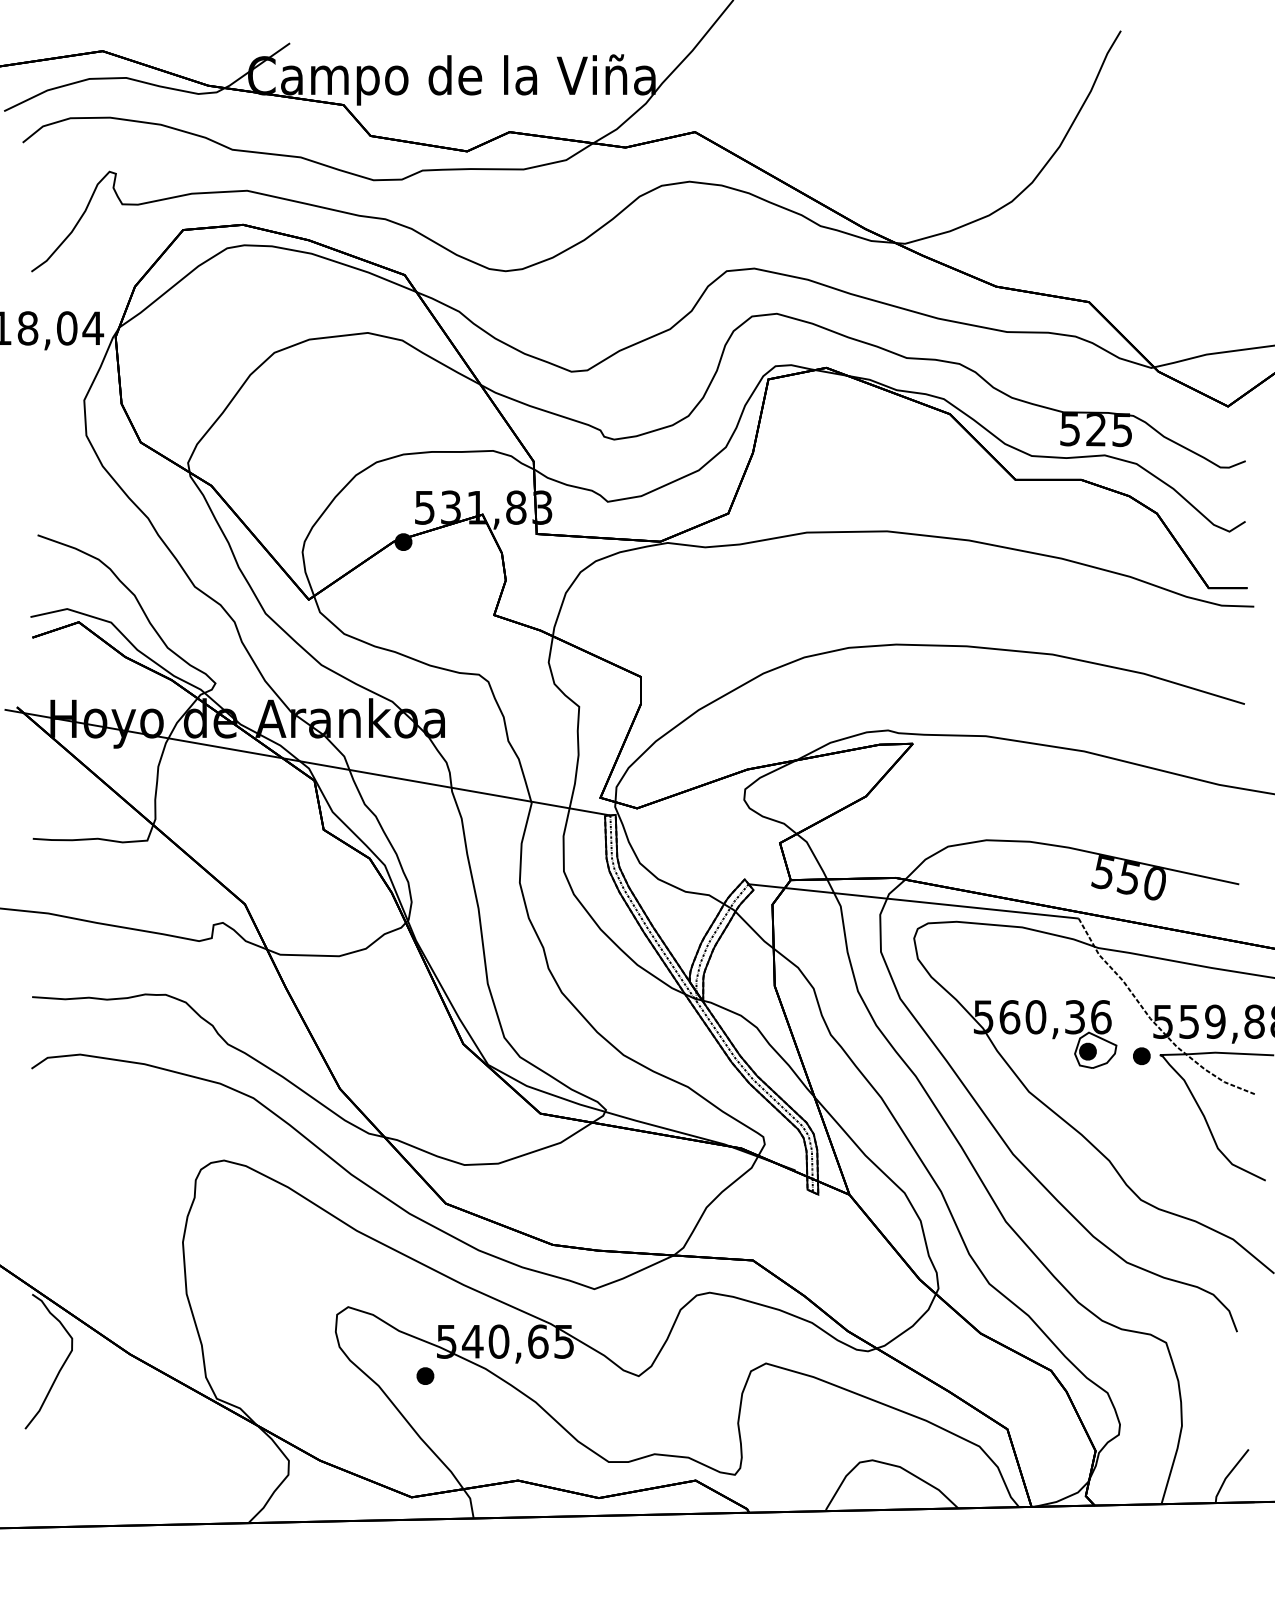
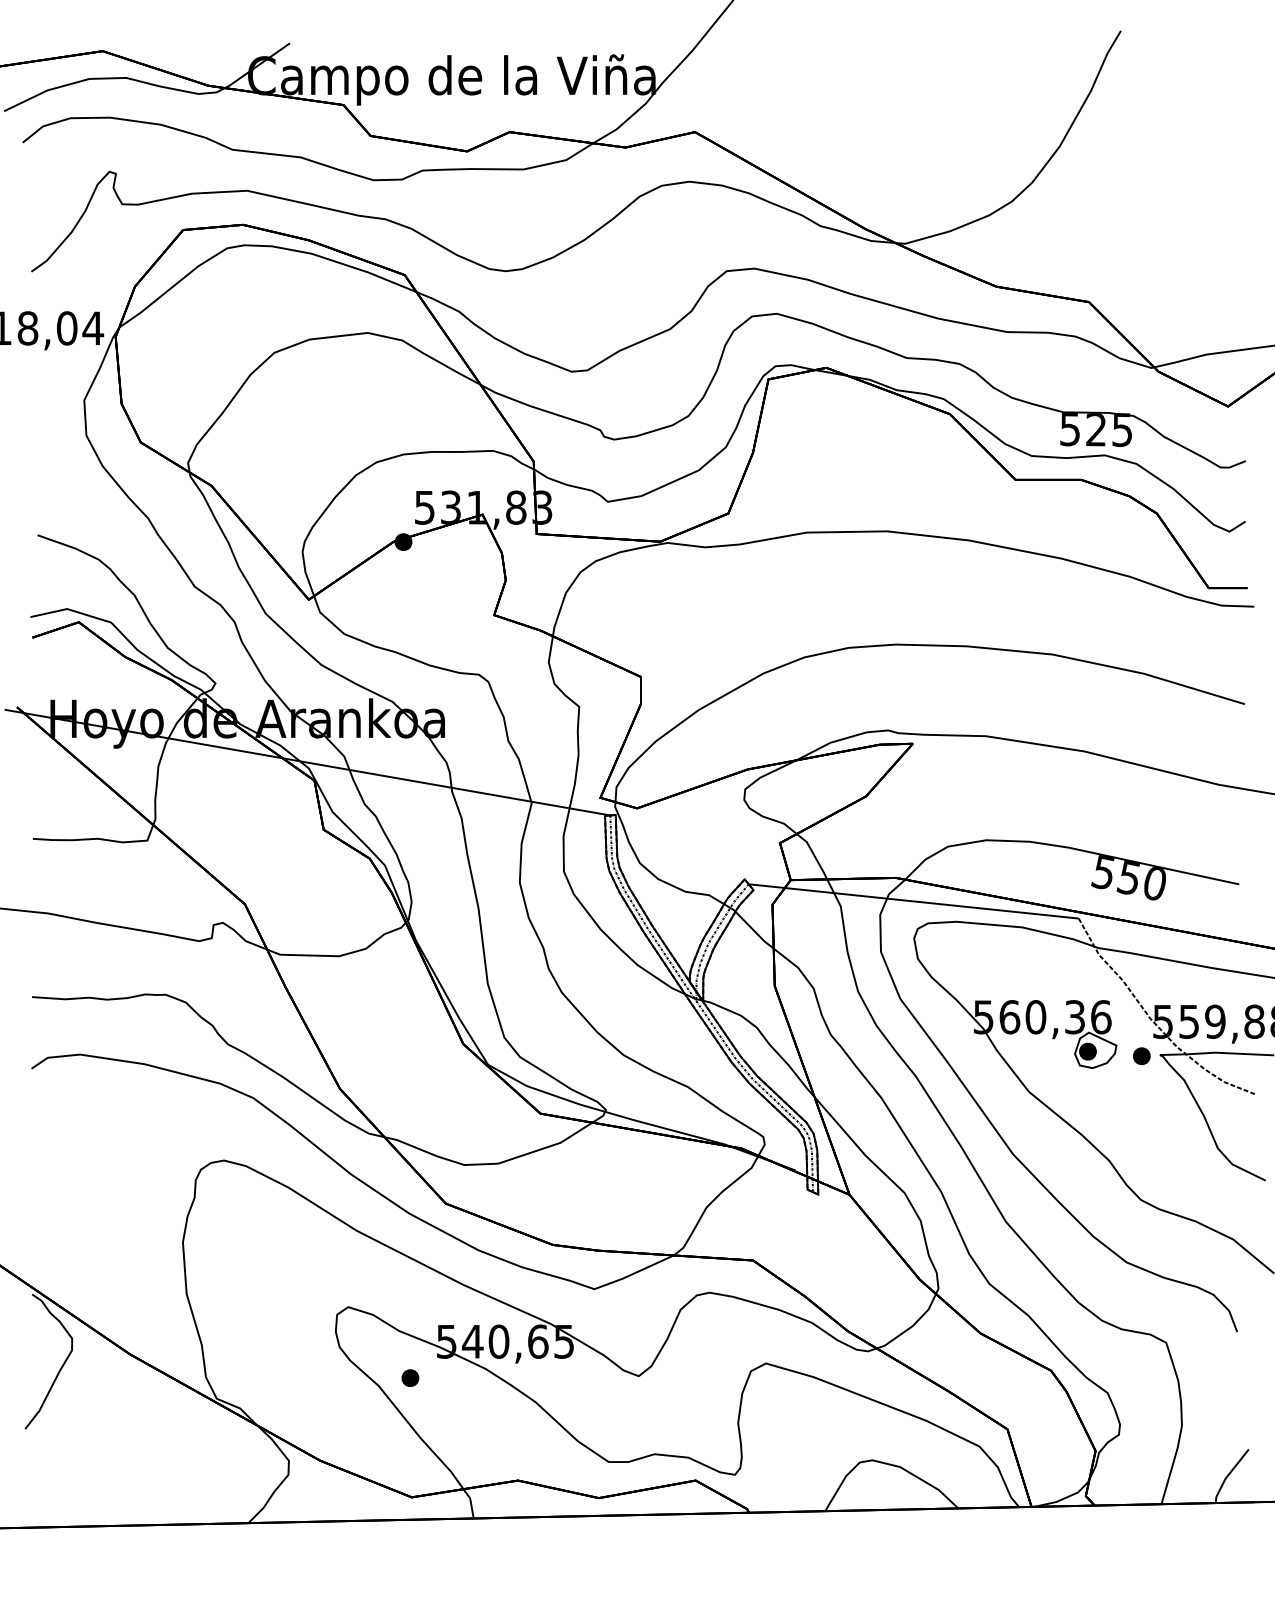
part at (425, 1375) position: (425, 1375) -> (410, 1377)
